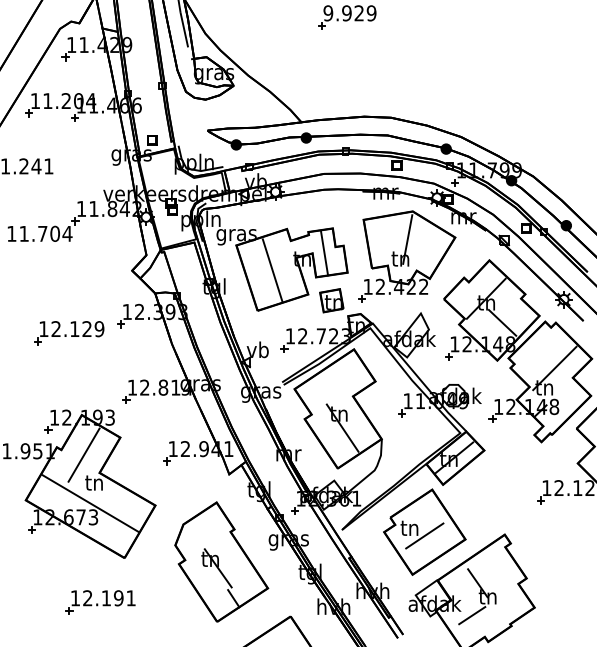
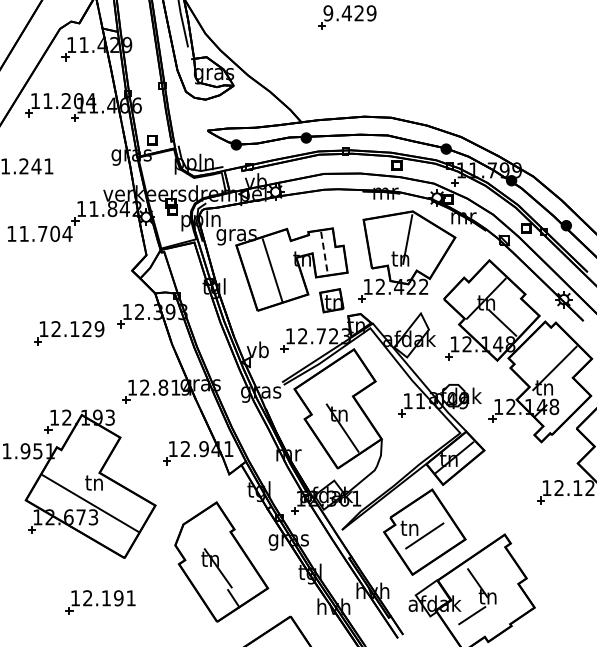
text at (346, 13): 9.929 -> 9.429
line at (324, 254): solid -> dashed
line at (83, 454): present -> none
